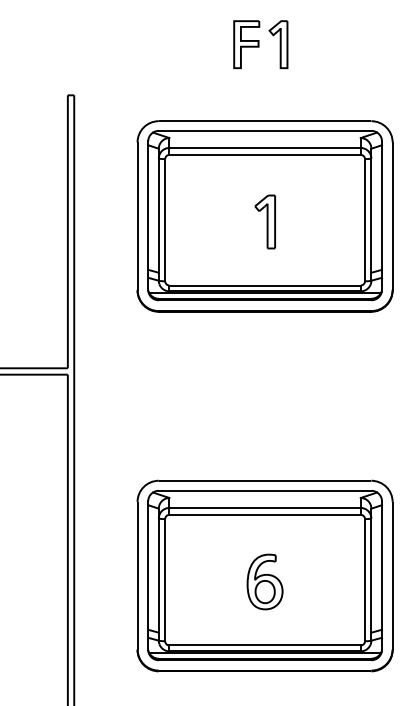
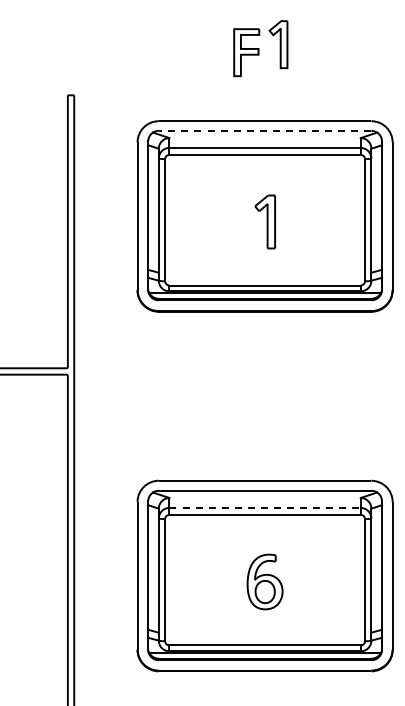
part at (246, 44) position: (246, 44) -> (246, 52)
line at (264, 130): solid -> dashed
line at (265, 507): solid -> dashed
